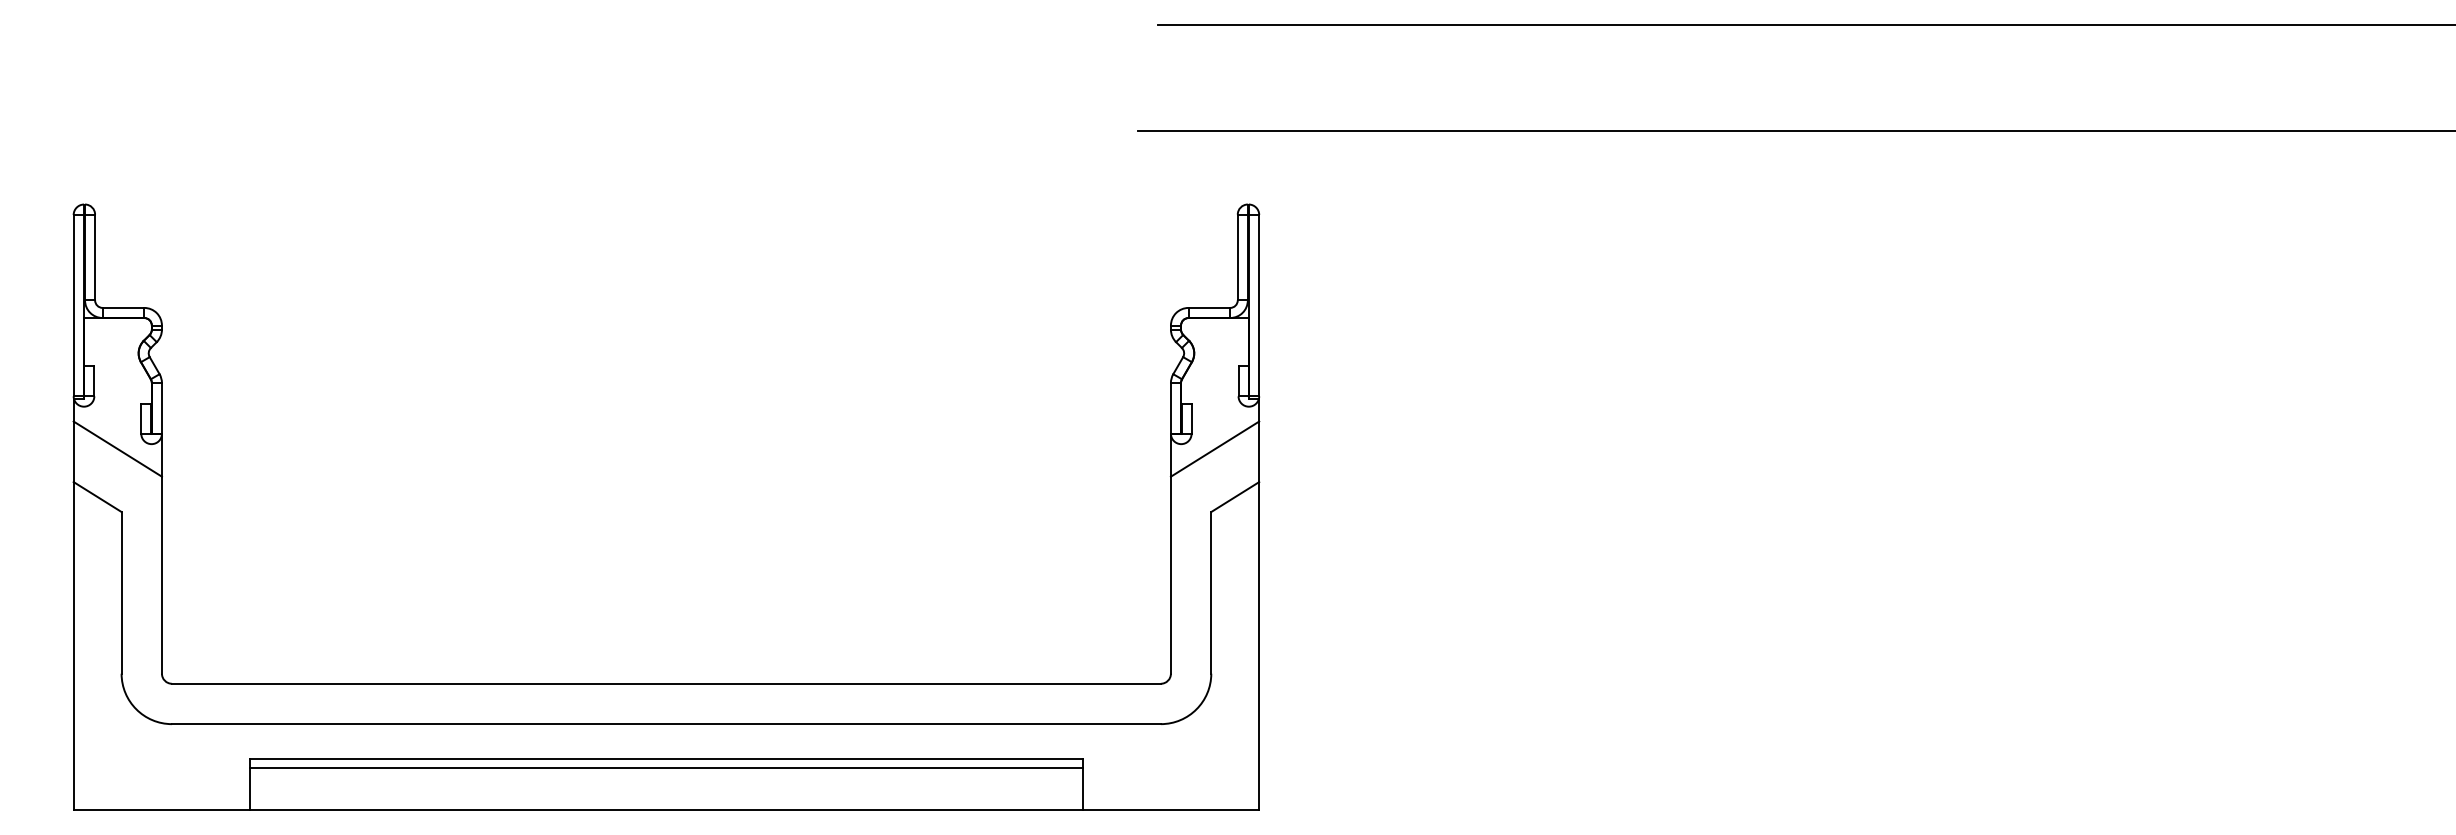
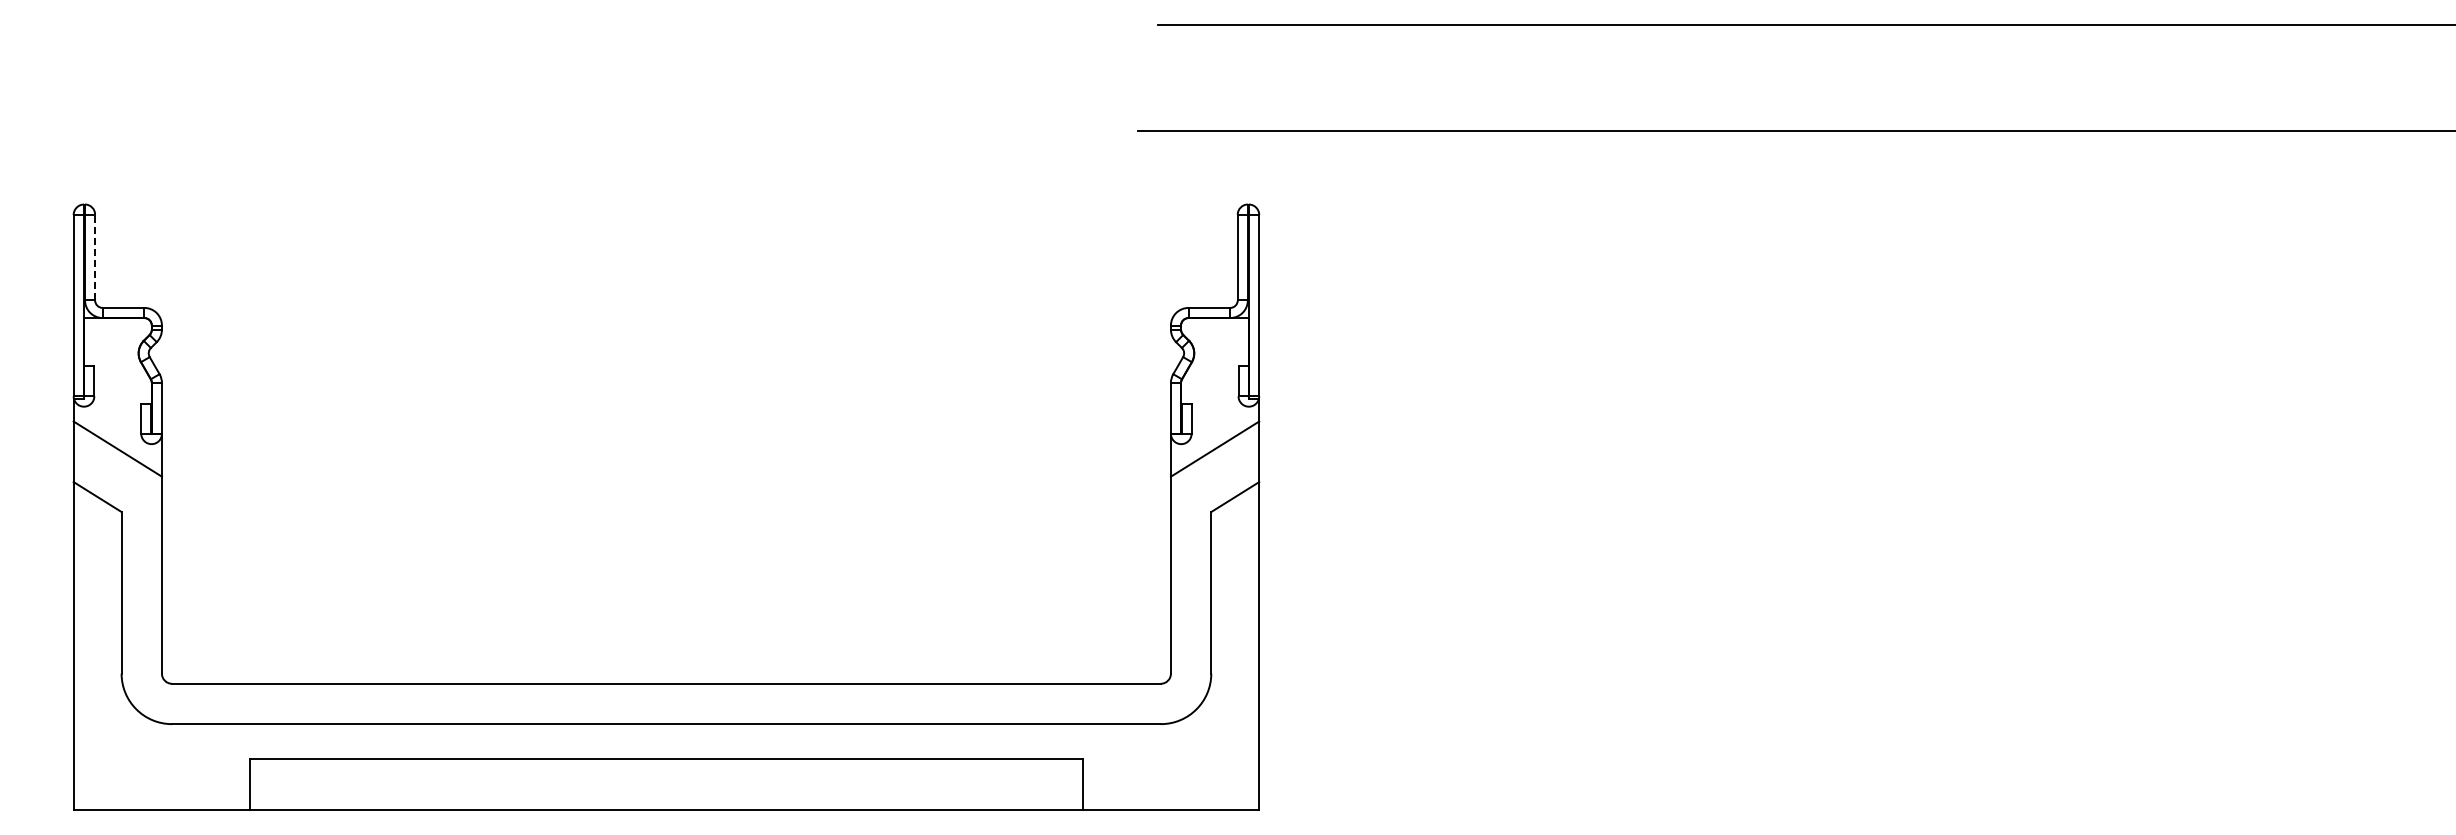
line at (95, 257): solid -> dashed
line at (666, 768): present -> none
